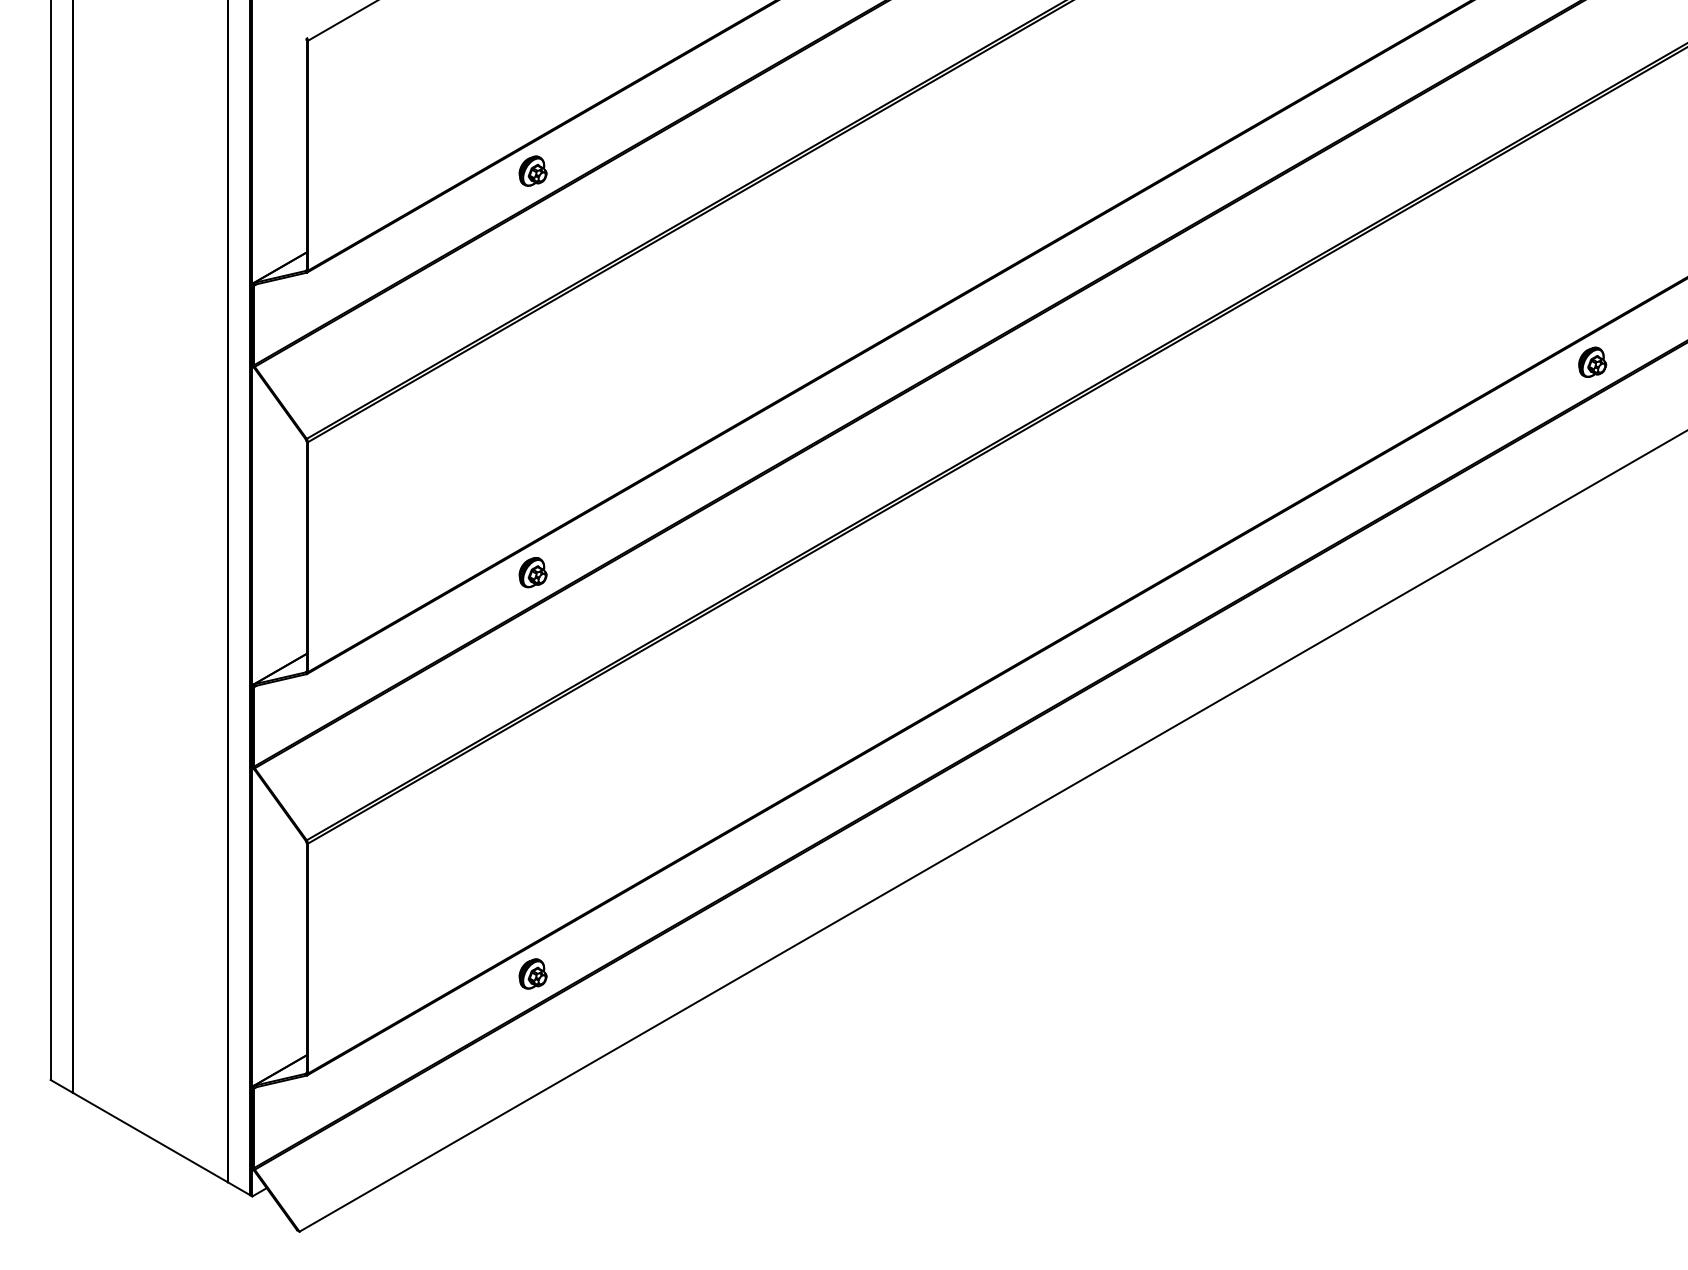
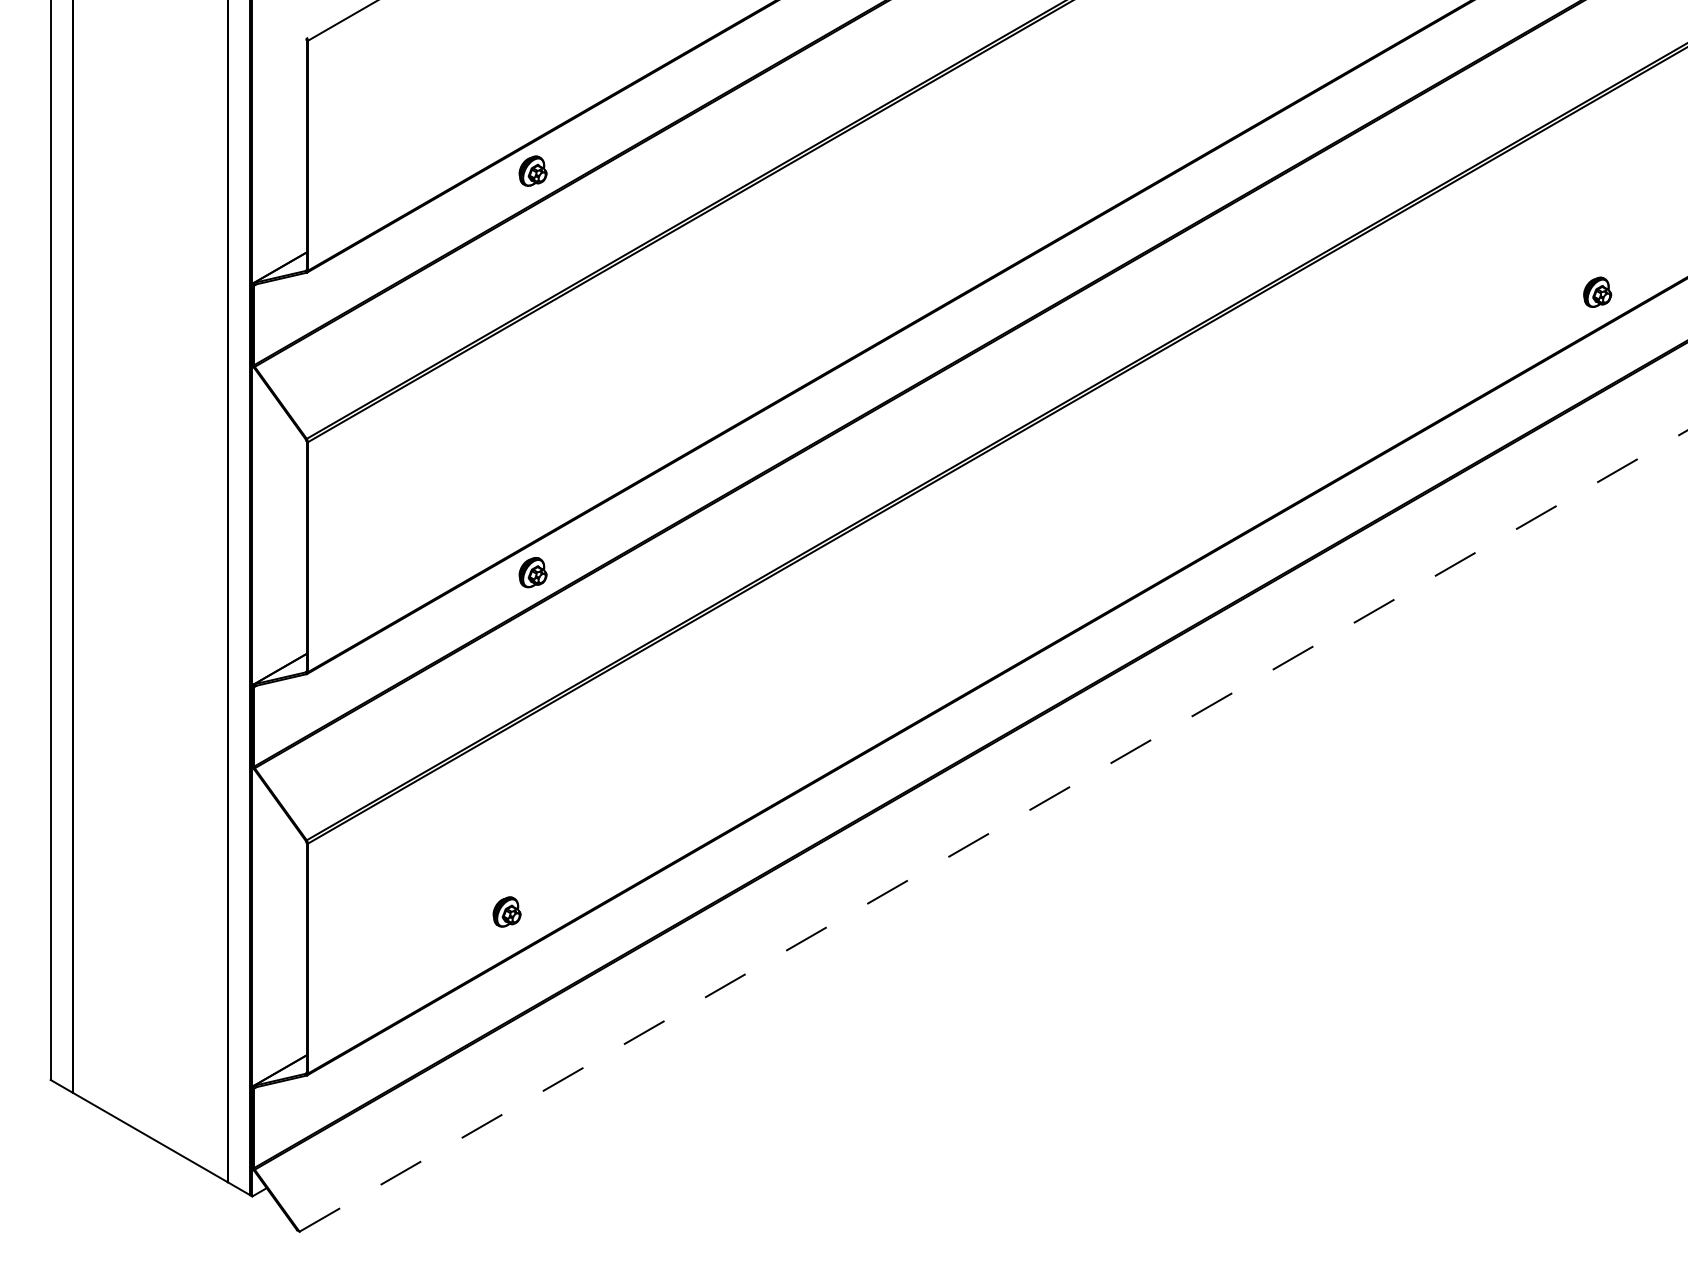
part at (1592, 361) position: (1592, 361) -> (1597, 291)
line at (994, 830): solid -> dashed
part at (532, 973) position: (532, 973) -> (506, 911)
